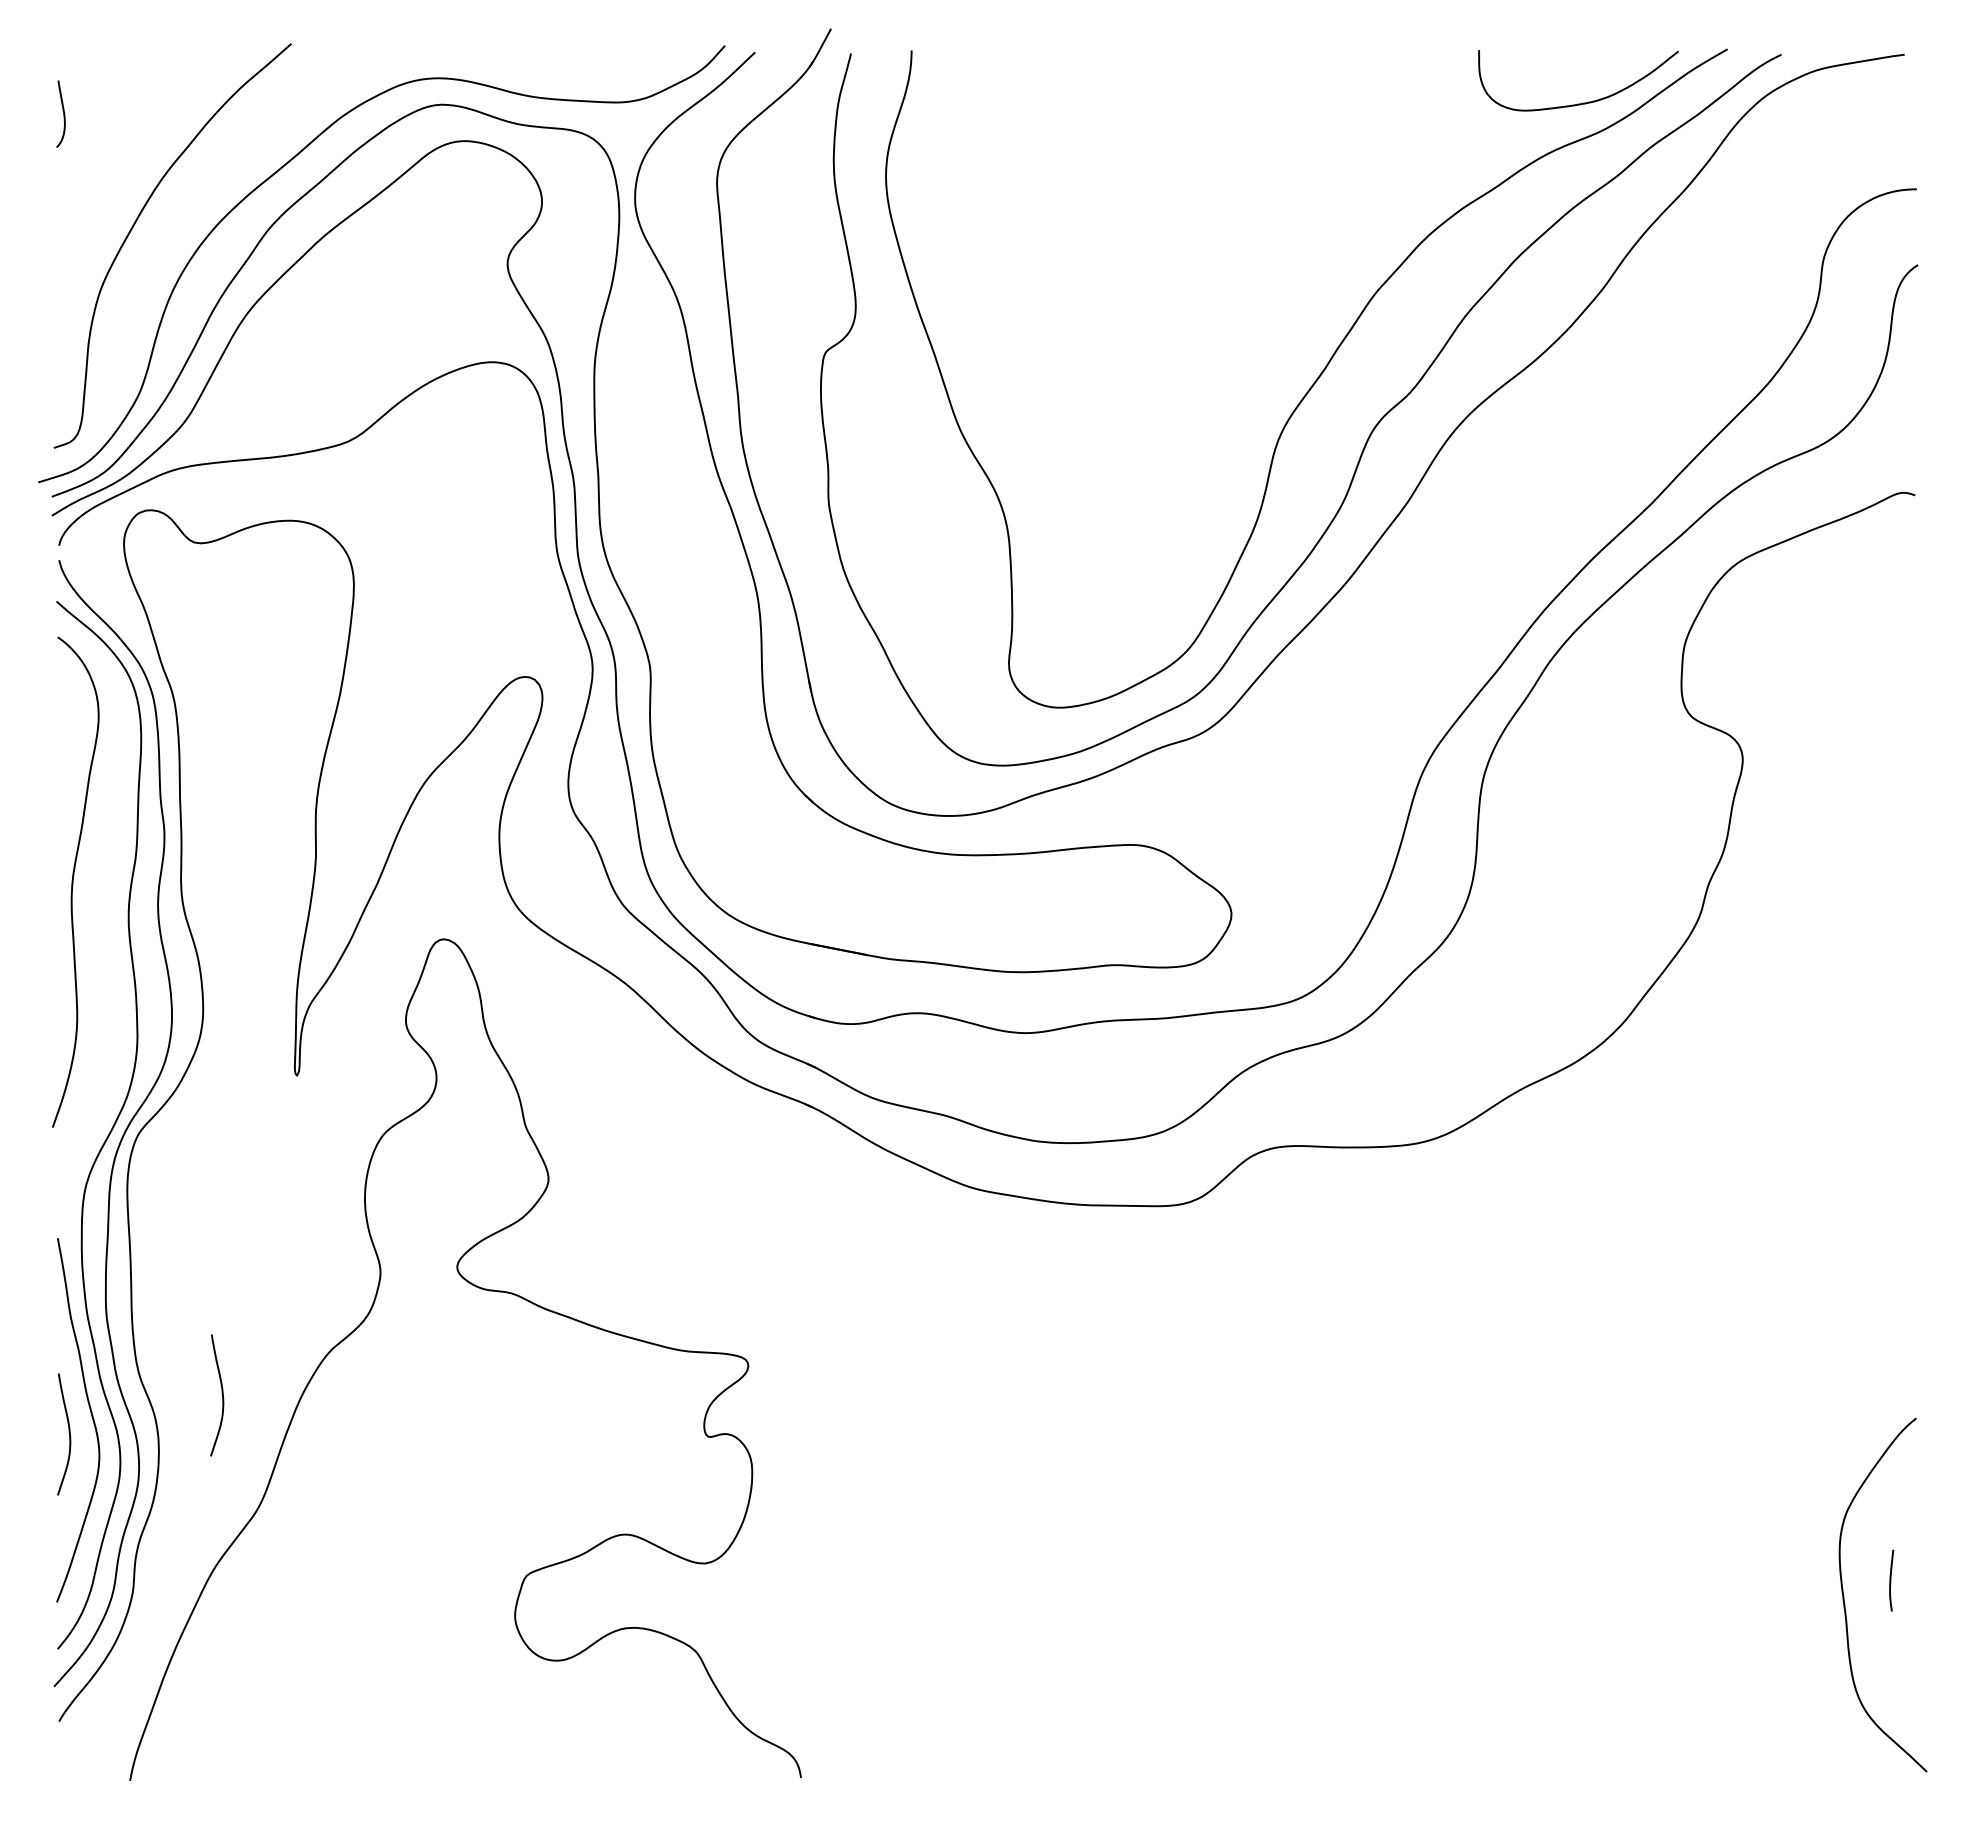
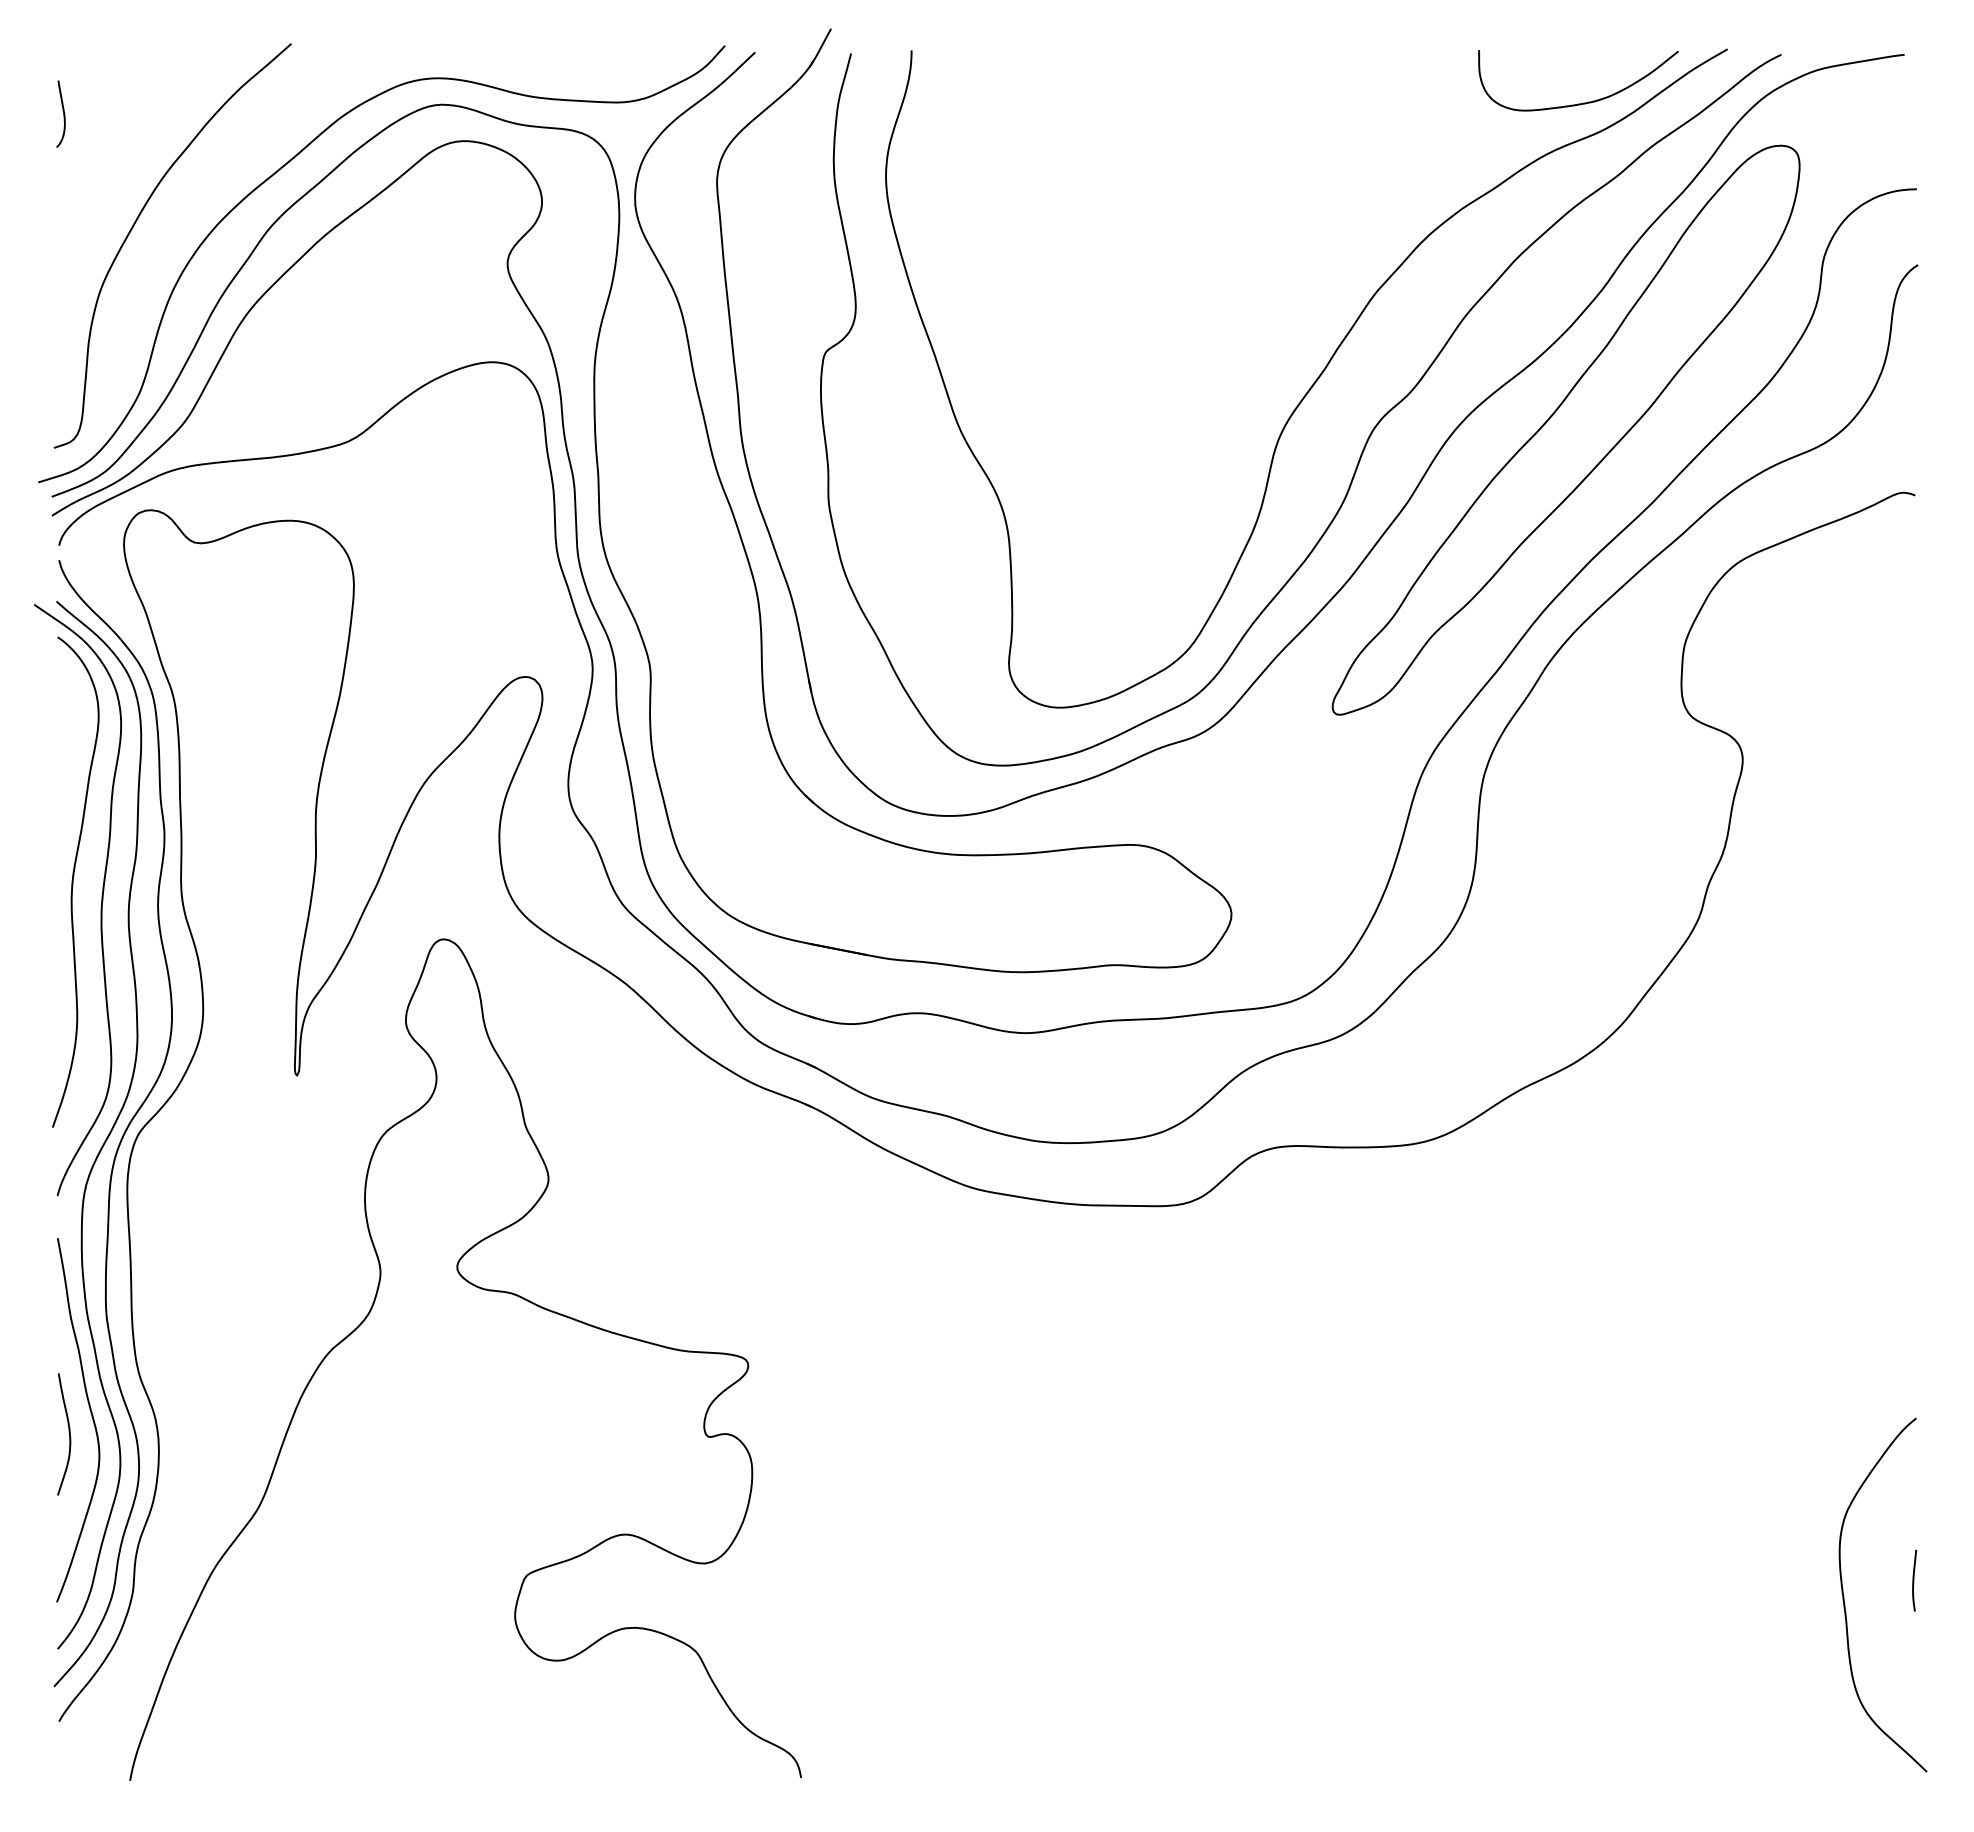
part at (1565, 429): none -> present
curve at (101, 899): none -> present
curve at (221, 1393): present -> none
curve at (1891, 1580) position: (1891, 1580) -> (1914, 1580)
